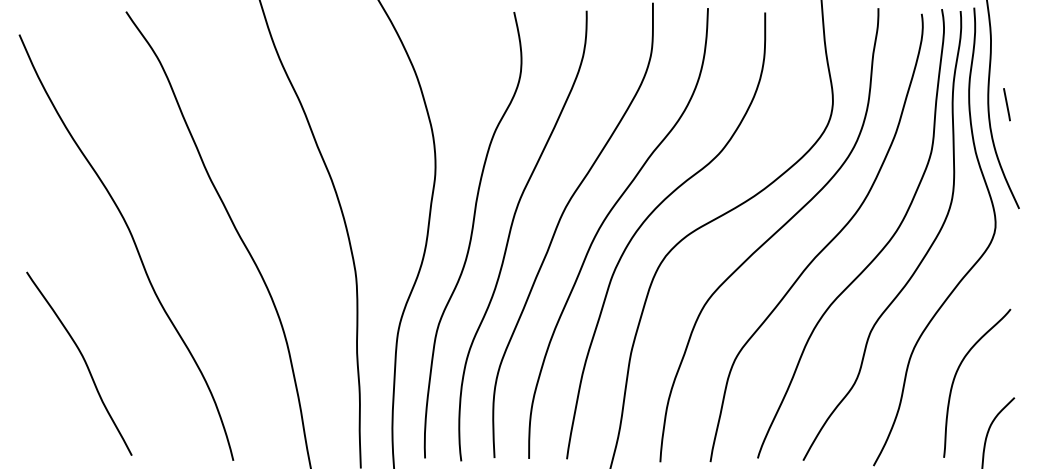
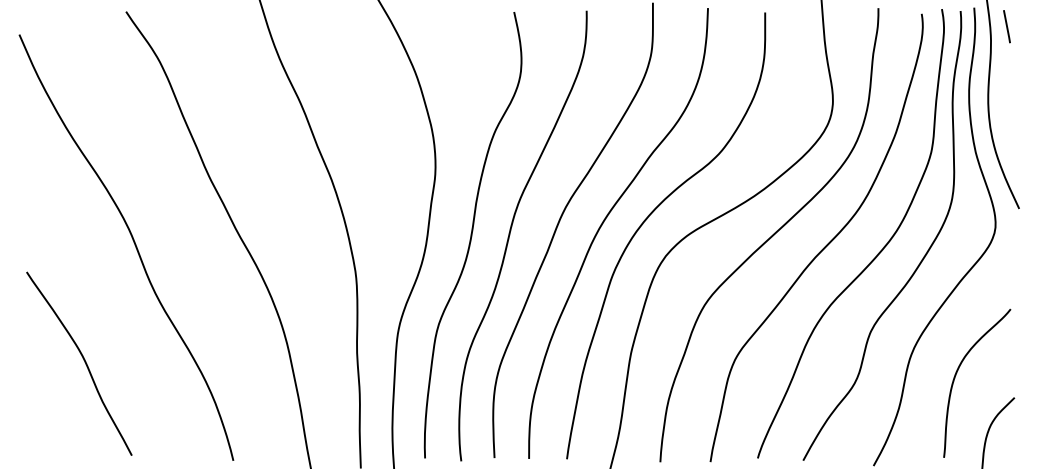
line at (1006, 104) position: (1006, 104) -> (1006, 26)
